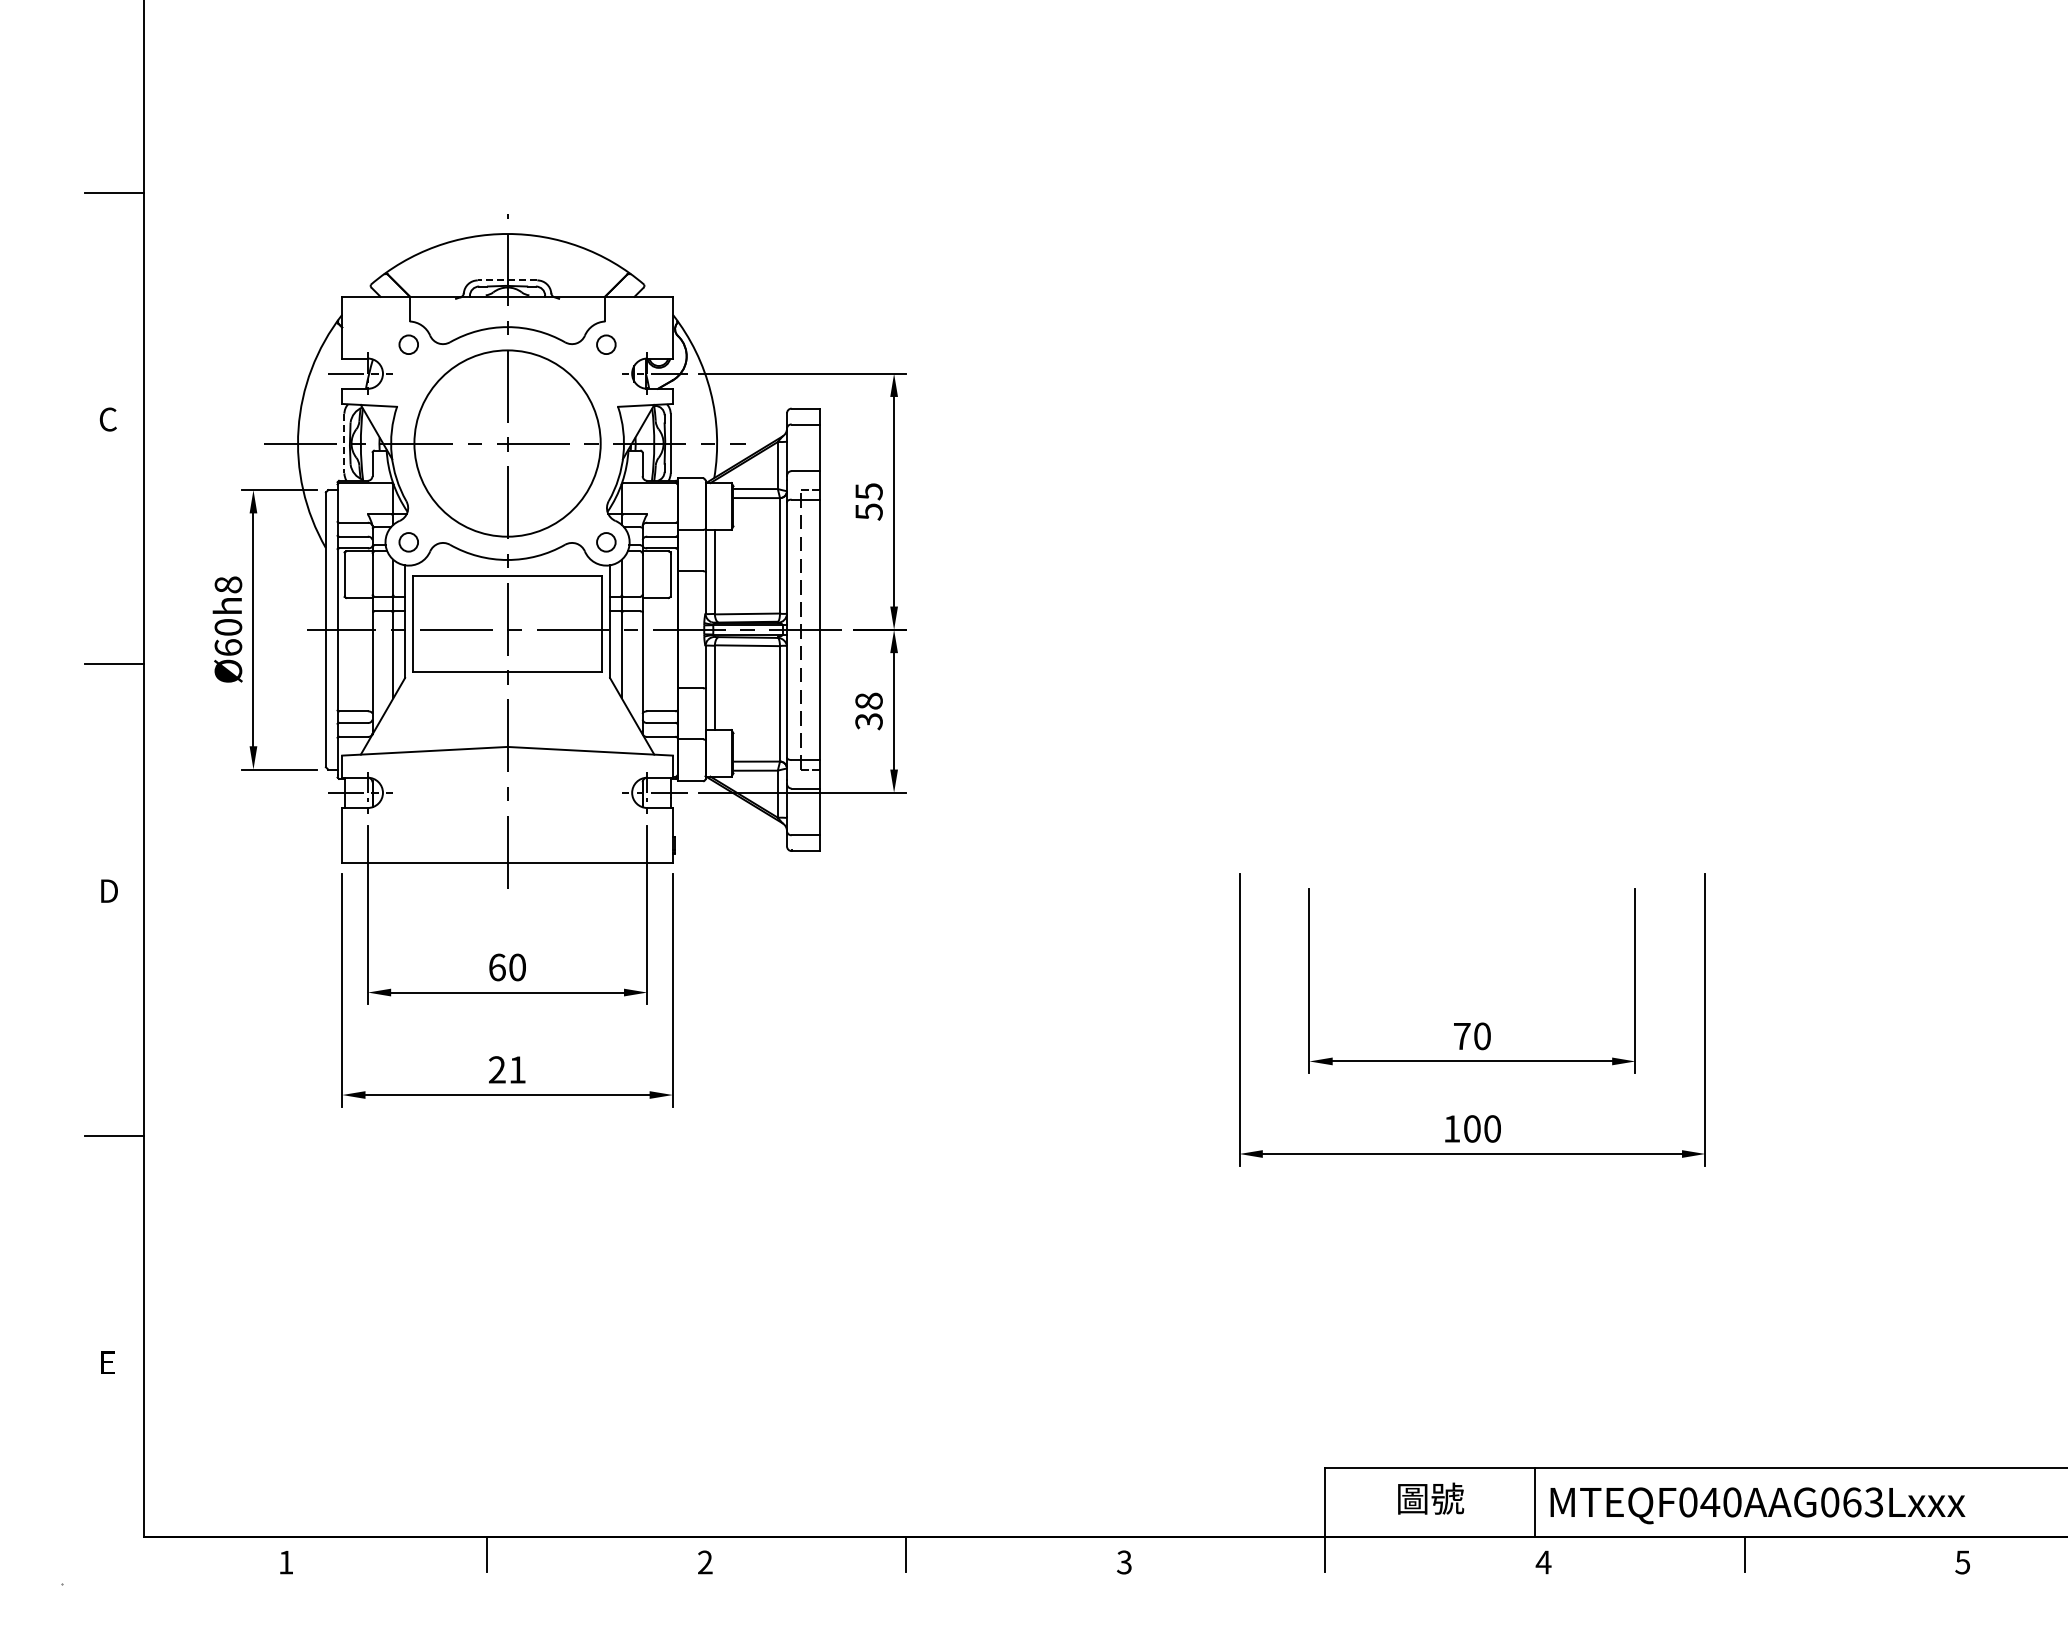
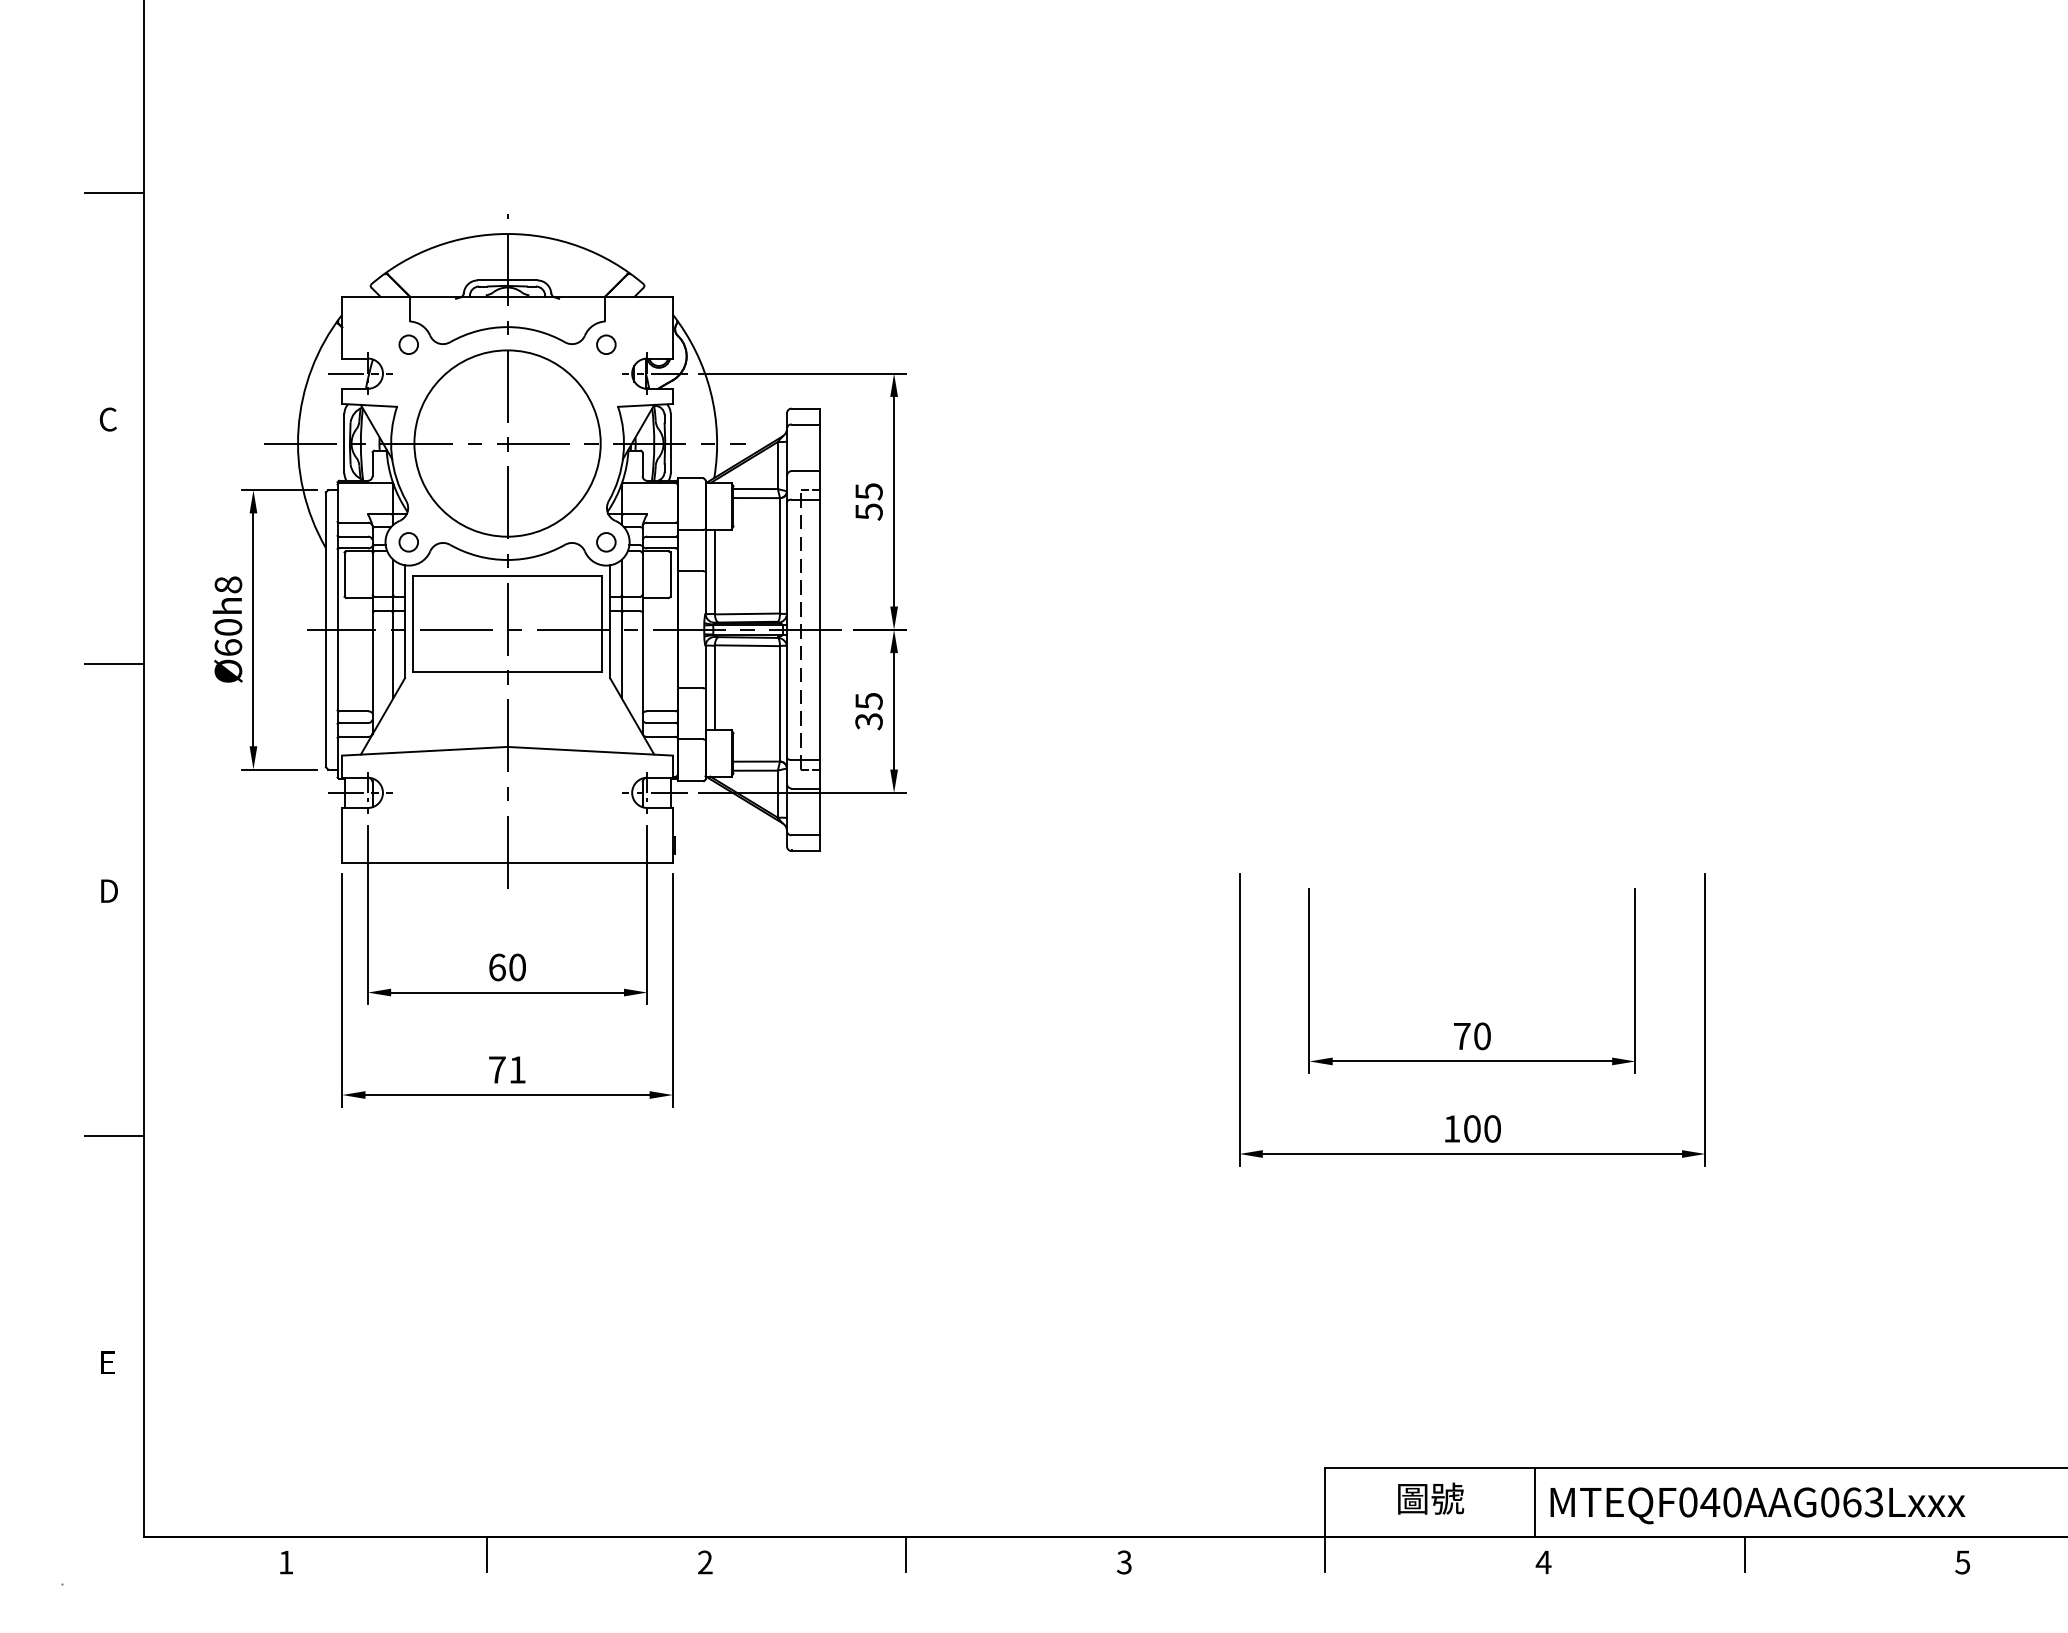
line at (507, 280): dashed -> solid
line at (344, 443): dashed -> solid
text at (868, 701): 38 -> 35
text at (497, 1069): 21 -> 71
